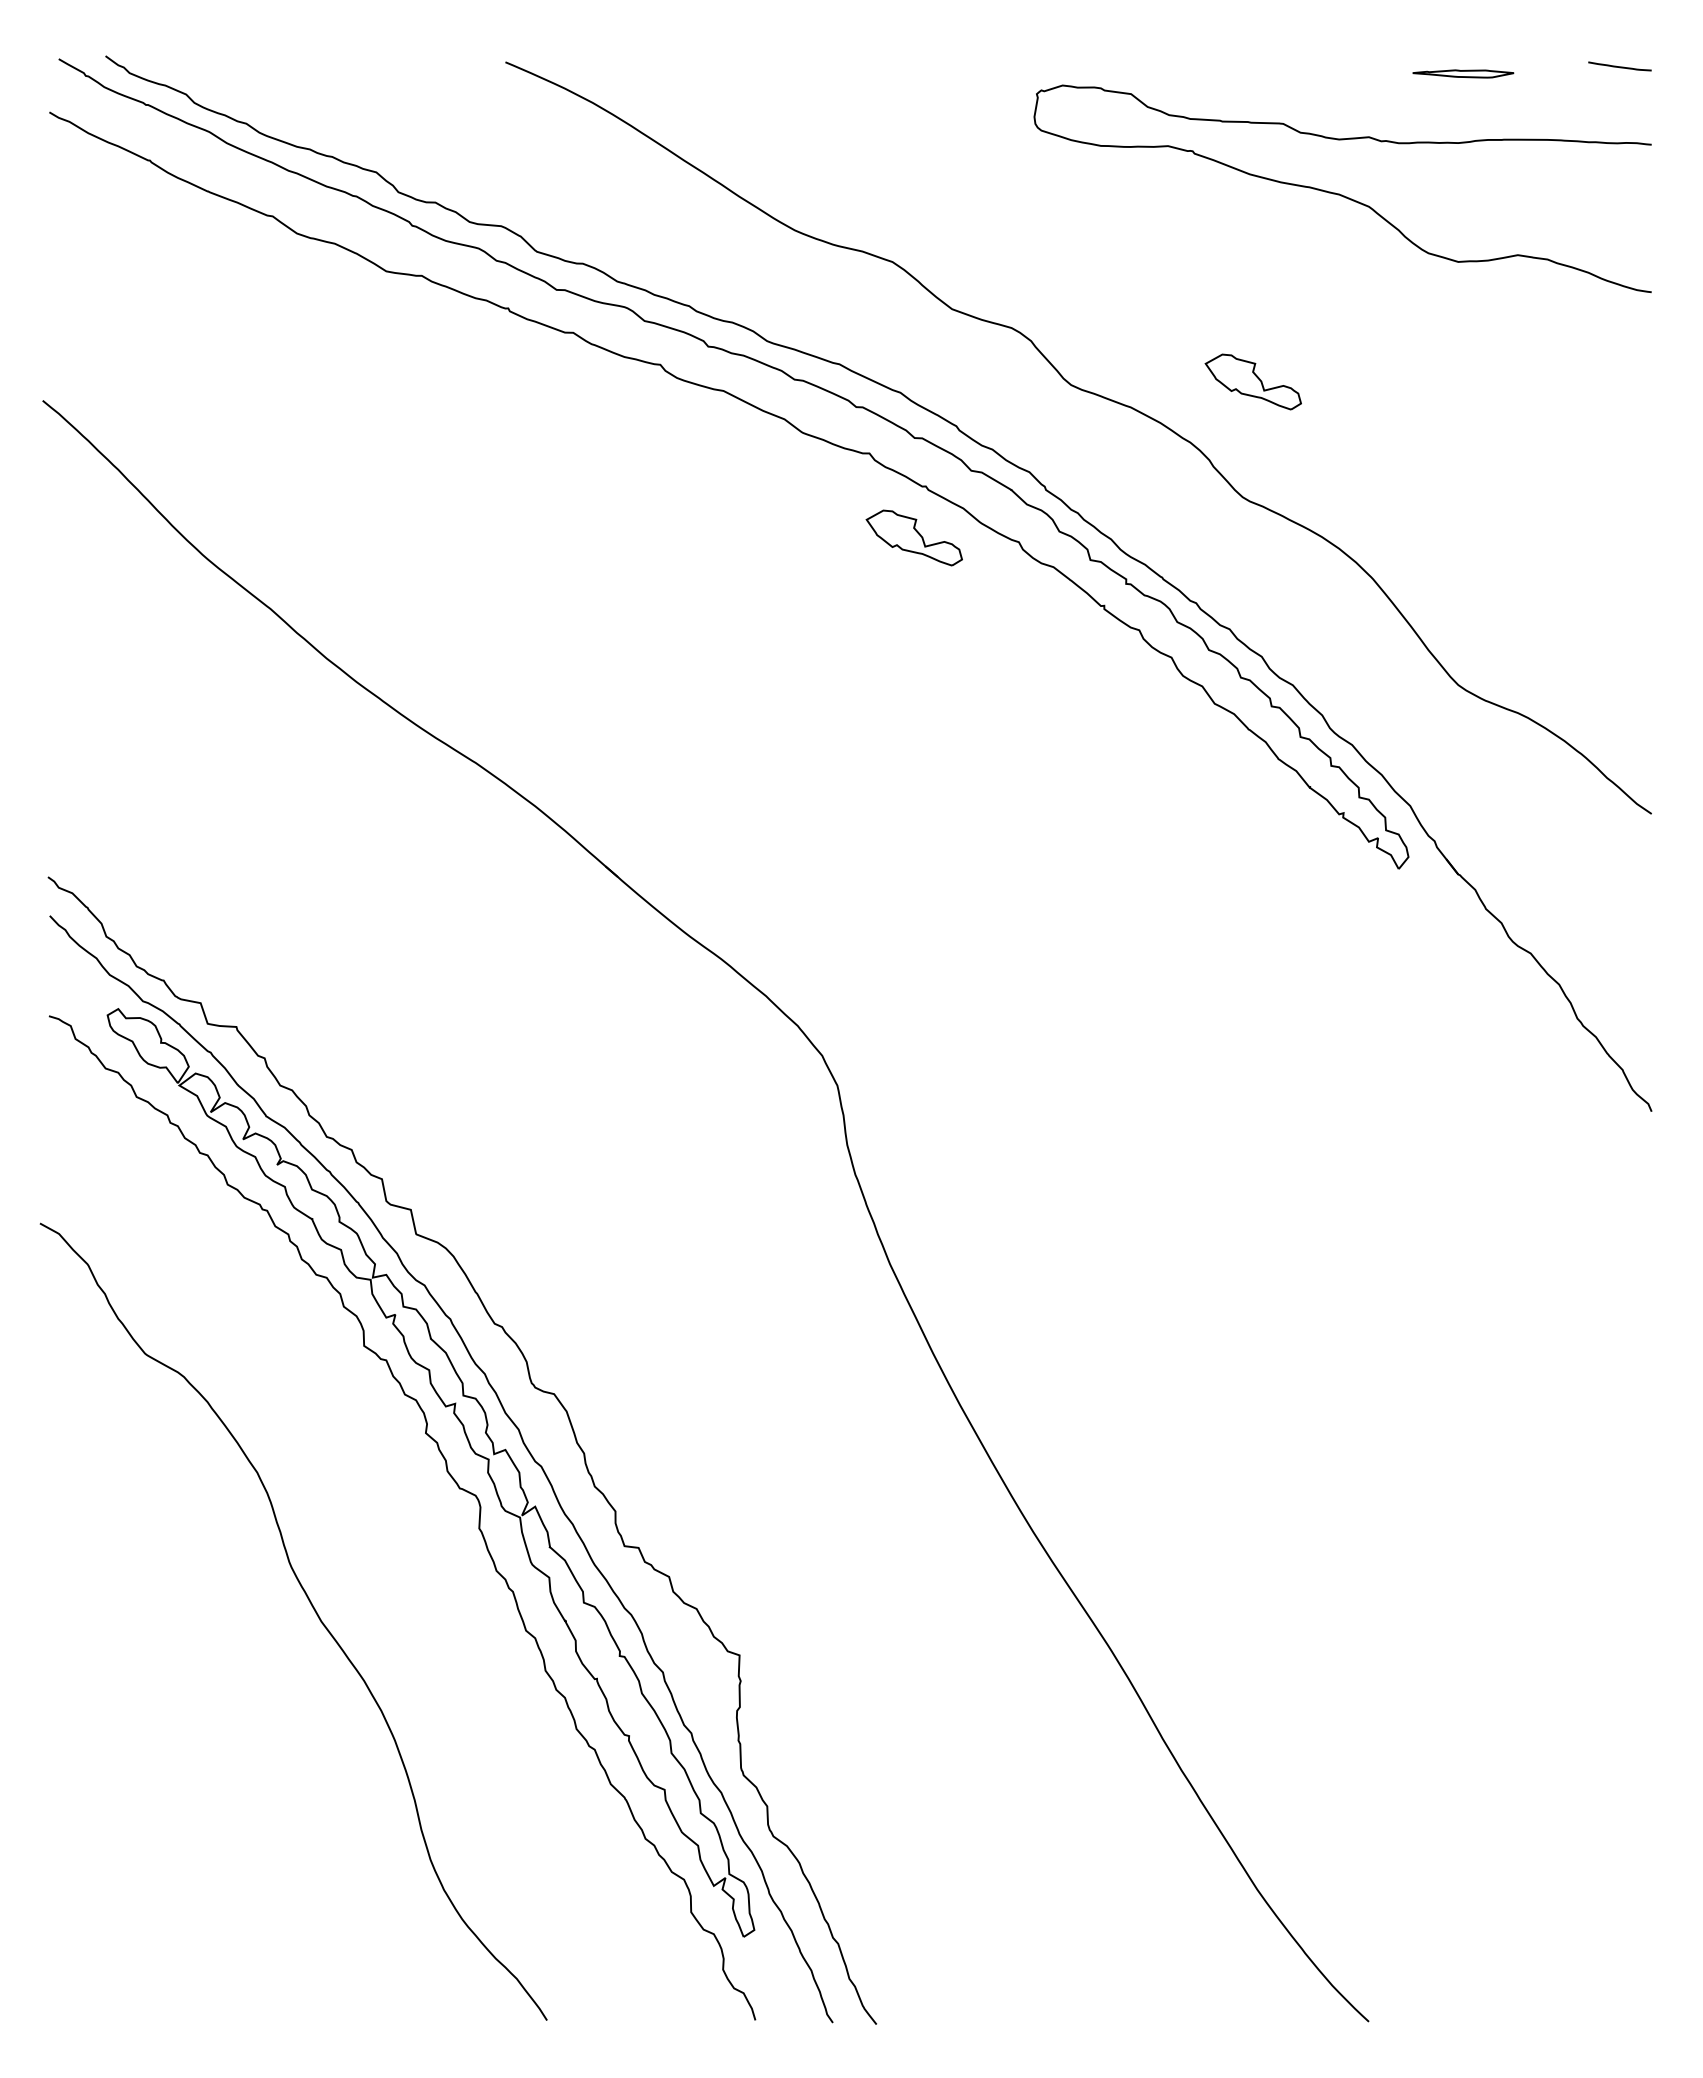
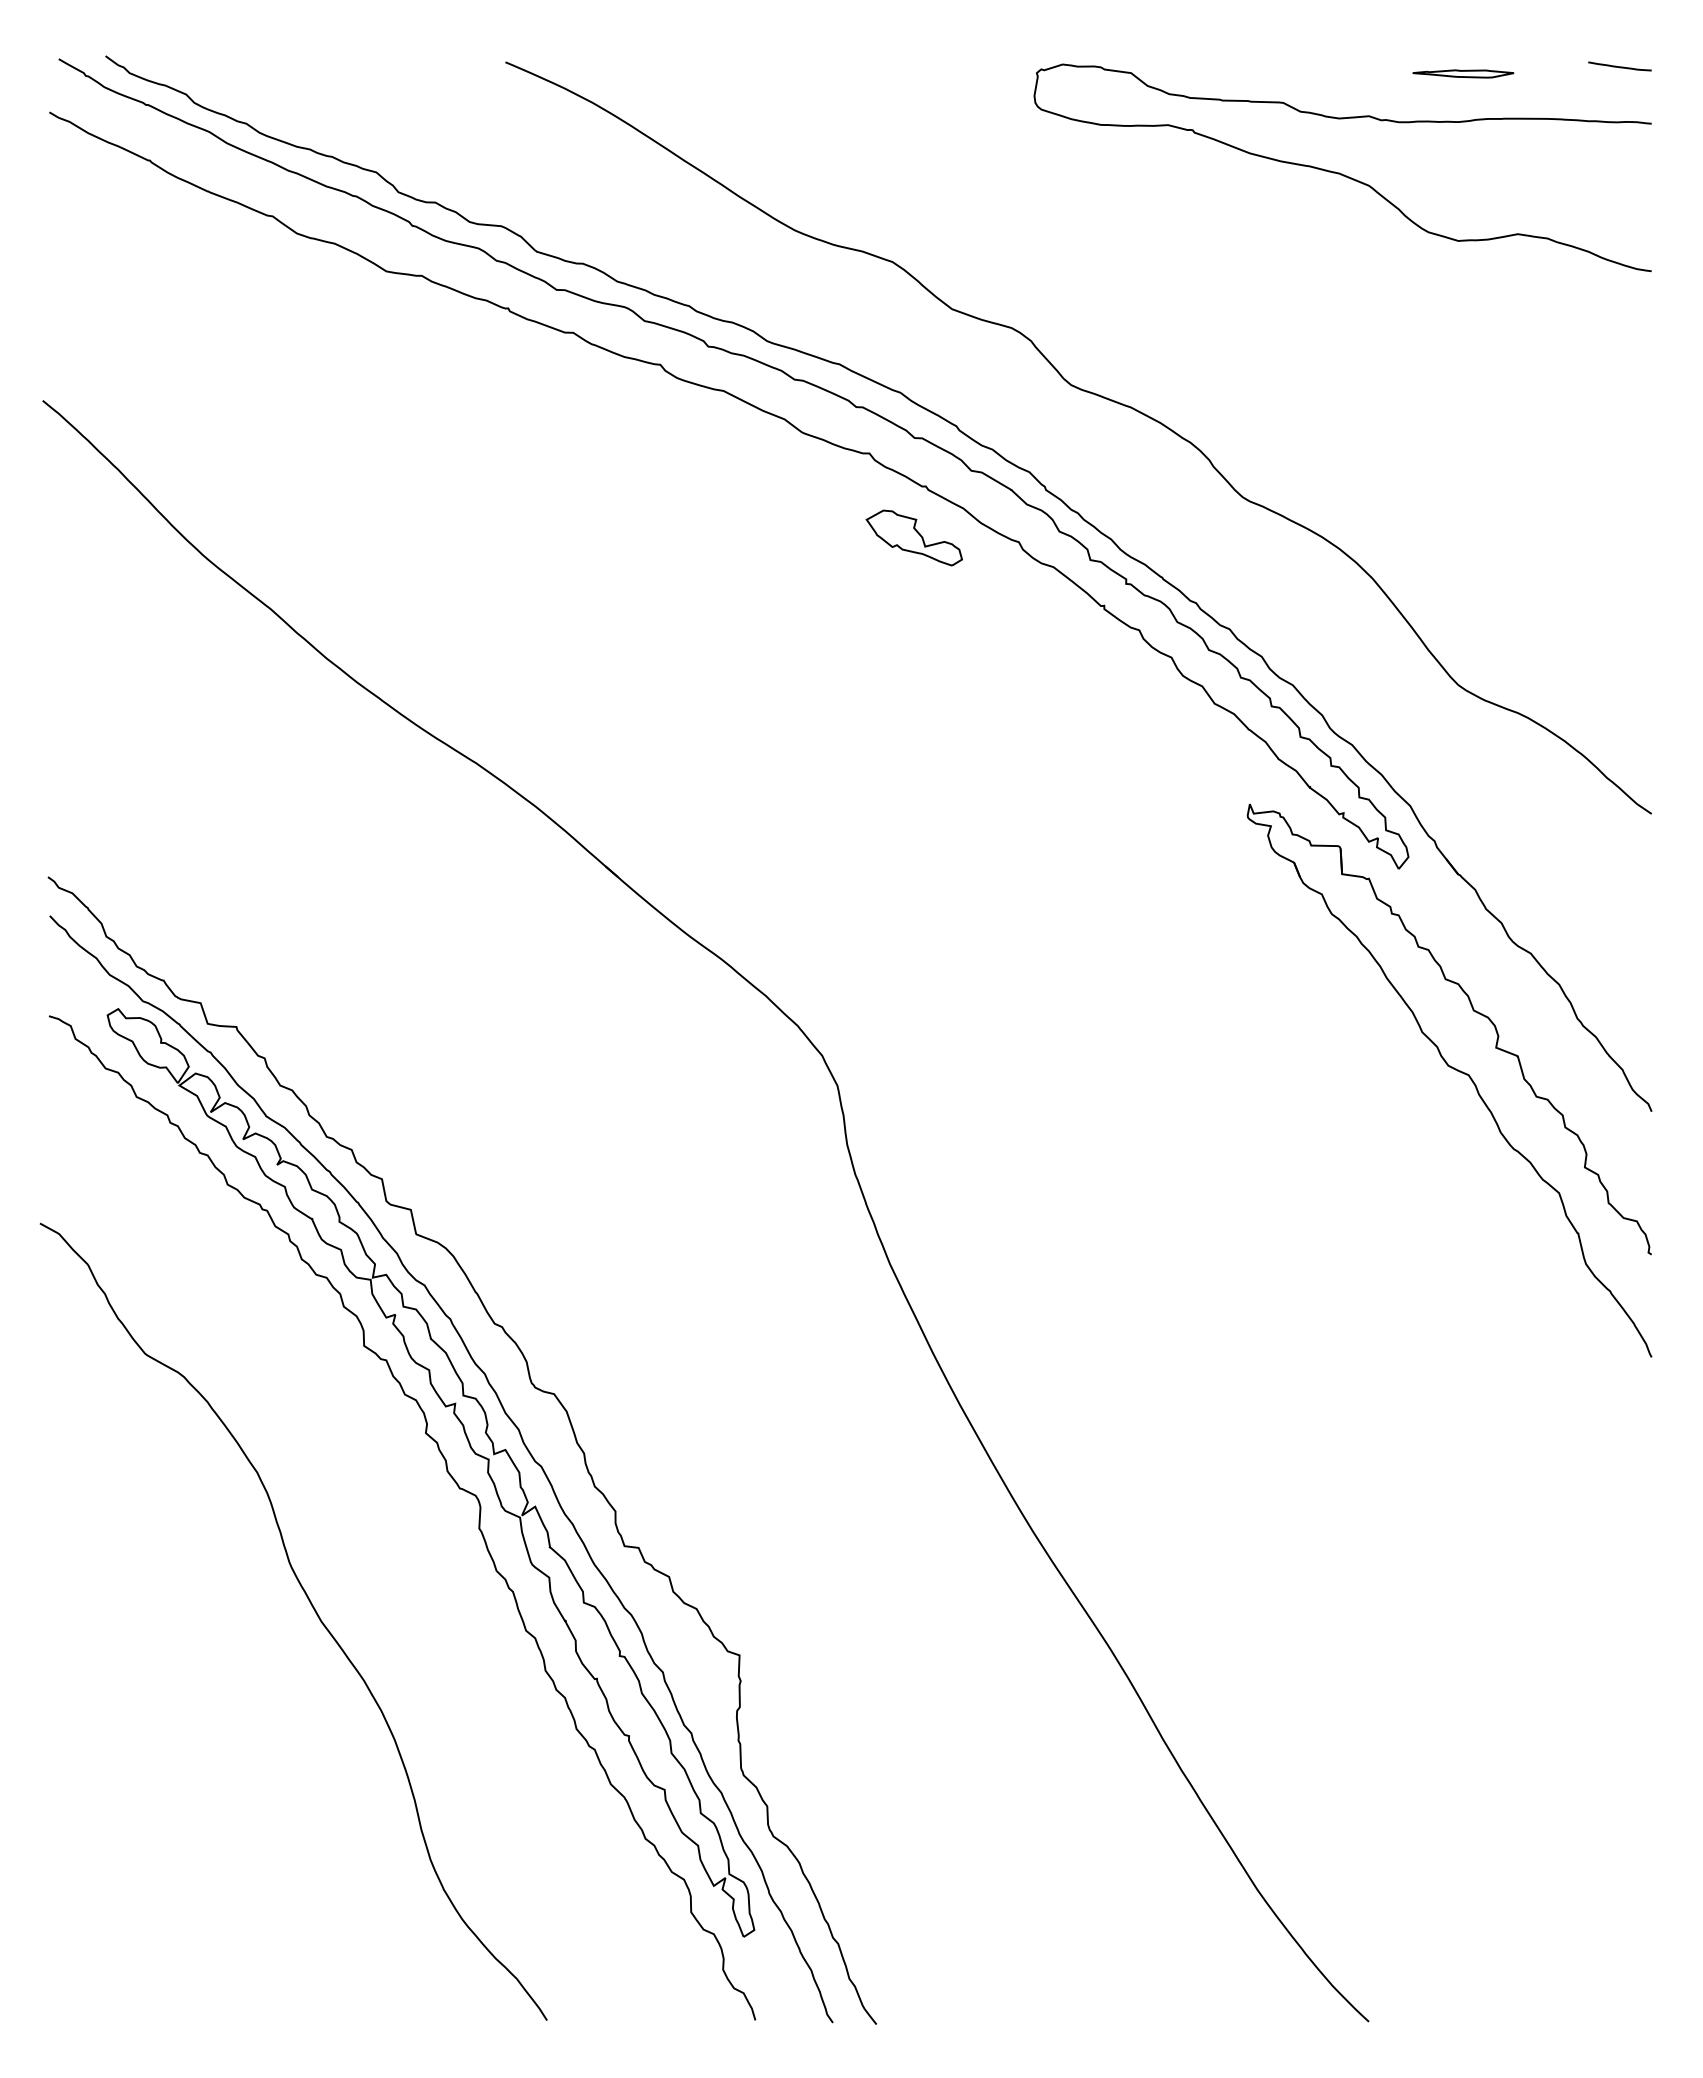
curve at (1339, 193) position: (1339, 193) -> (1339, 172)
part at (1252, 381): present -> none
part at (1455, 1070): none -> present
